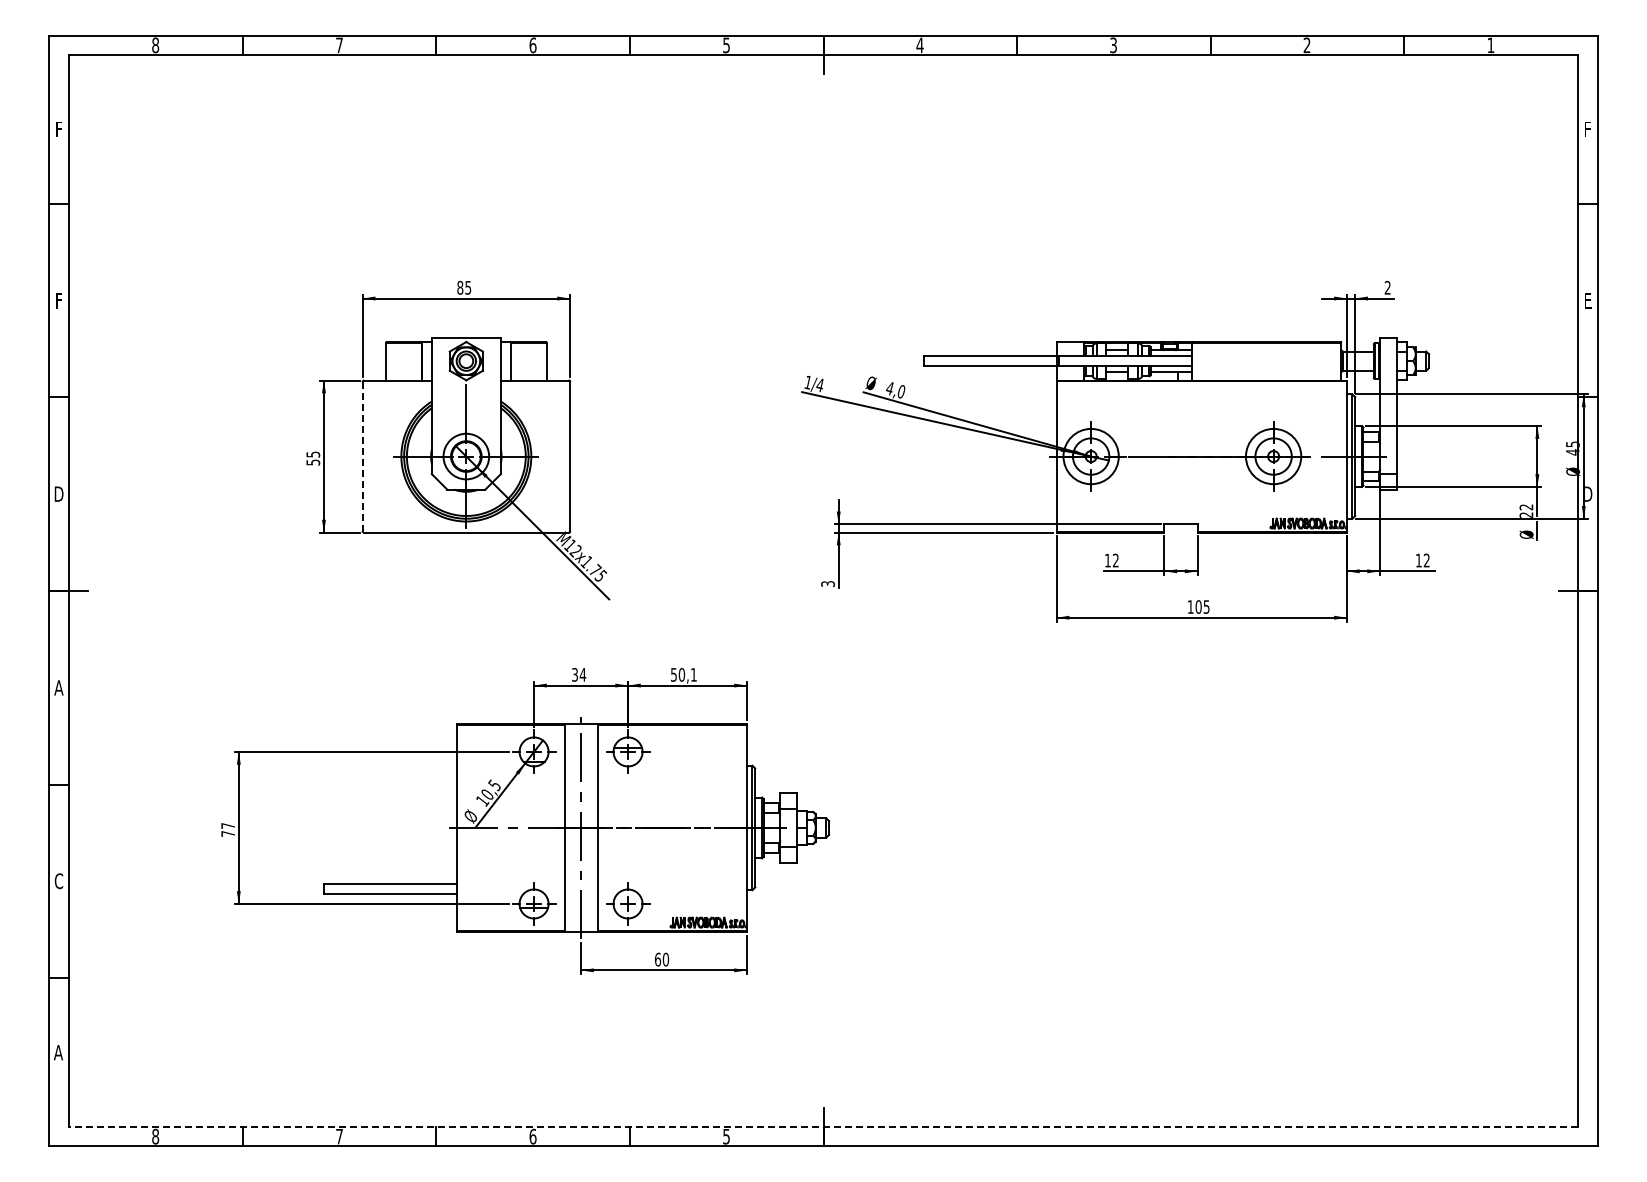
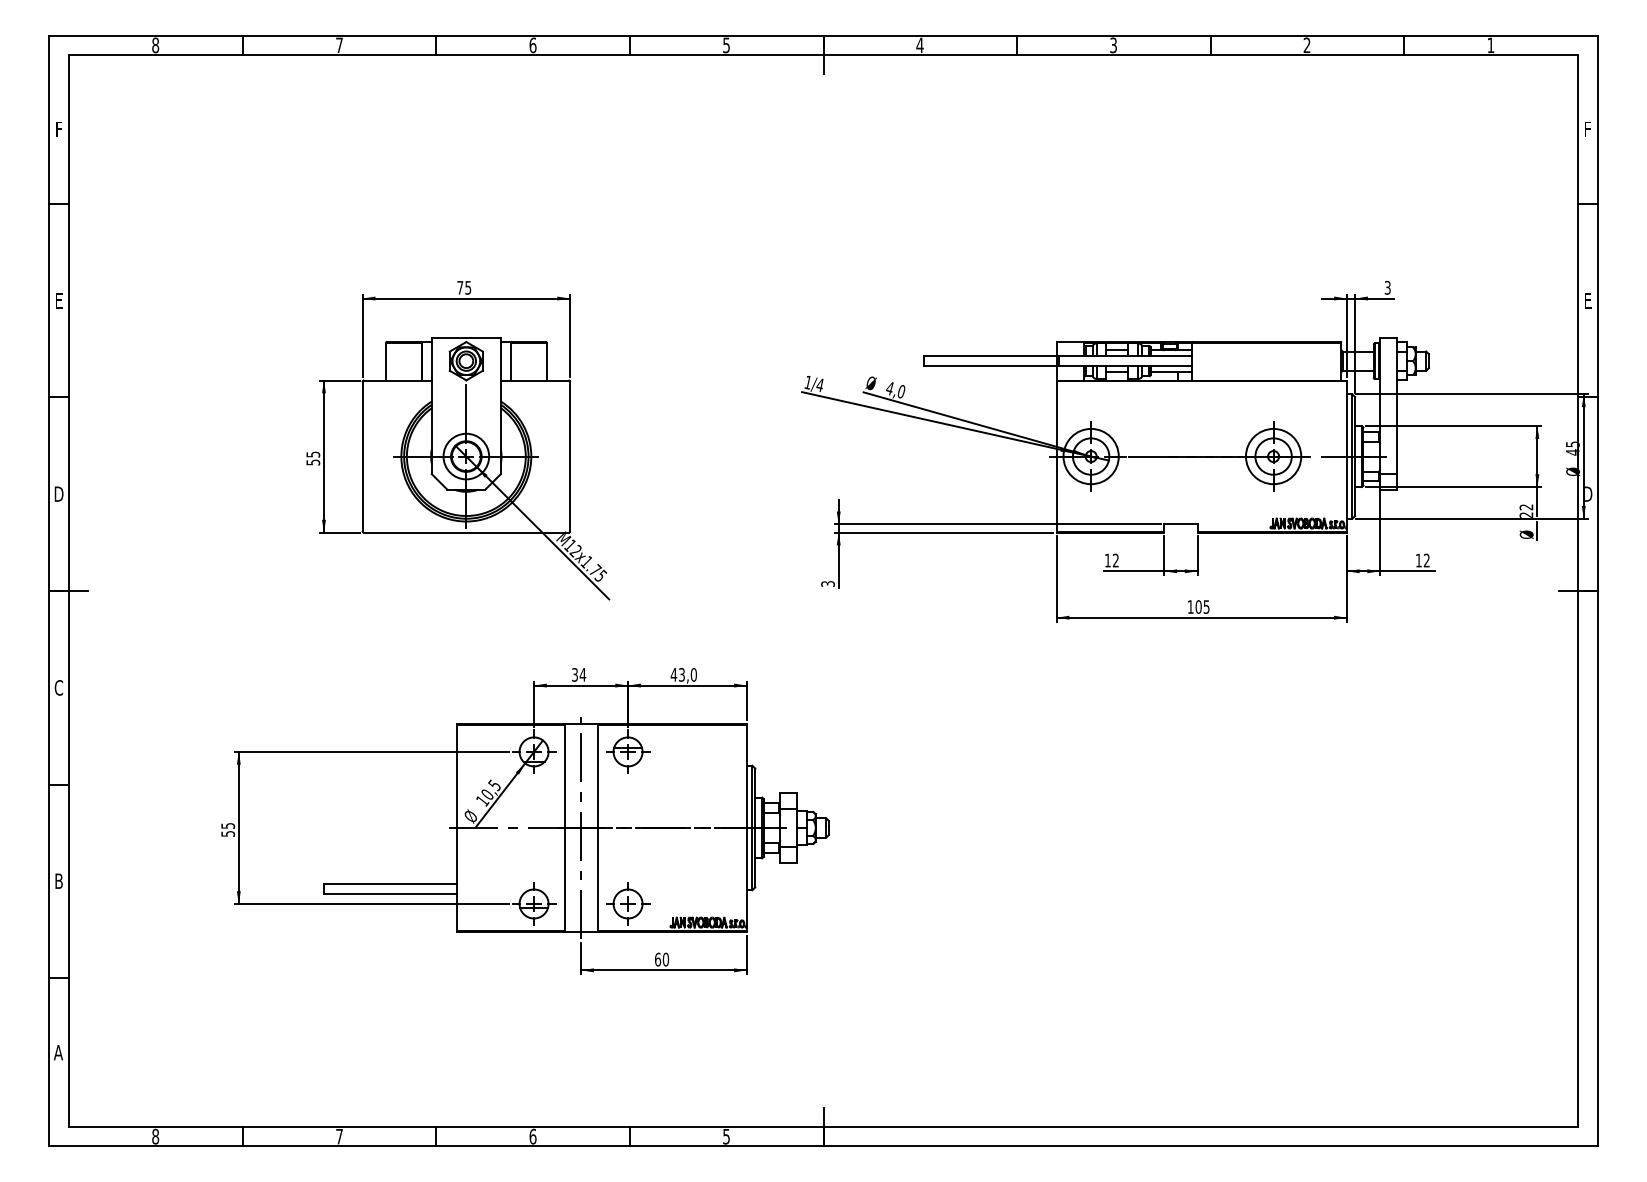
text at (460, 287): 85 -> 75
text at (1387, 287): 2 -> 3
text at (59, 300): F -> E
line at (362, 456): dashed -> solid
text at (683, 674): 50,1 -> 43,0
text at (58, 687): A -> C
text at (228, 829): 77 -> 55
text at (58, 881): C -> B
line at (823, 1127): dashed -> solid
